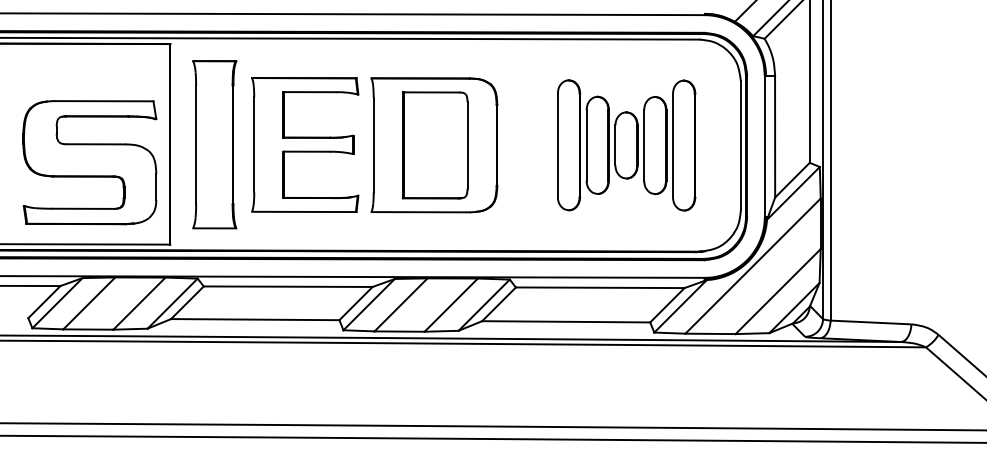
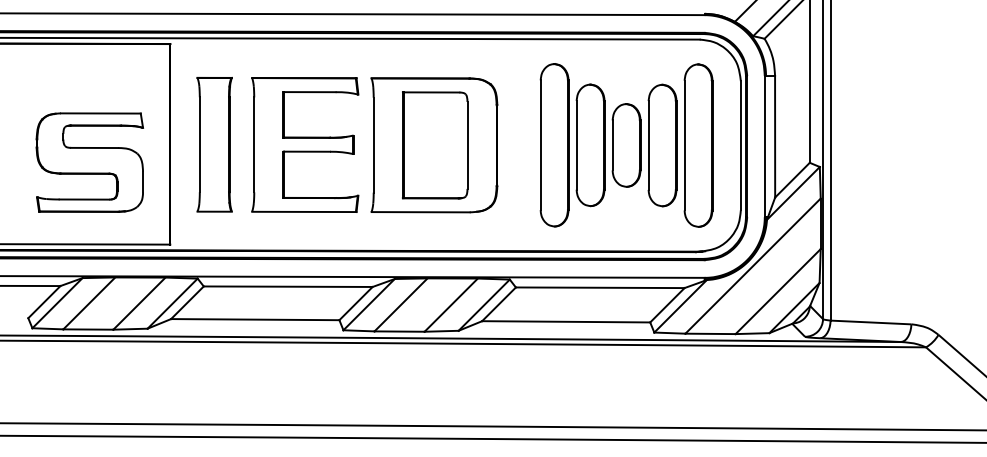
part at (214, 144) size: 46x170 px -> 37x136 px
part at (626, 145) size: 140x133 px -> 175x165 px
part at (89, 162) size: 136x126 px -> 110x101 px
